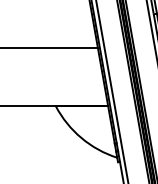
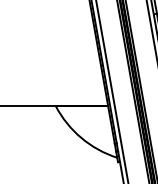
line at (49, 47): present -> none
